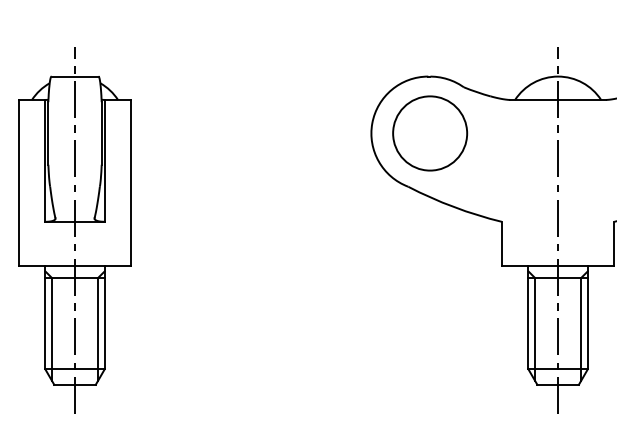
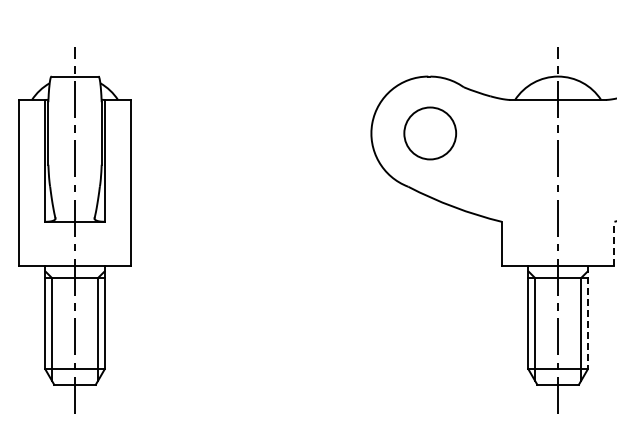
part at (430, 133) size: 77x77 px -> 55x55 px
line at (614, 243): solid -> dashed
line at (587, 317): solid -> dashed
